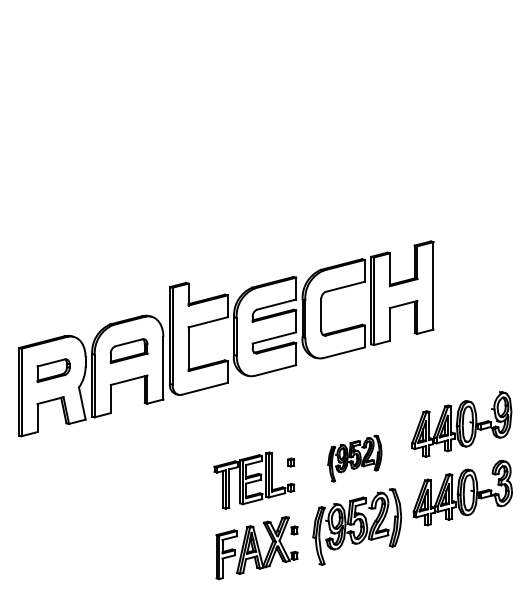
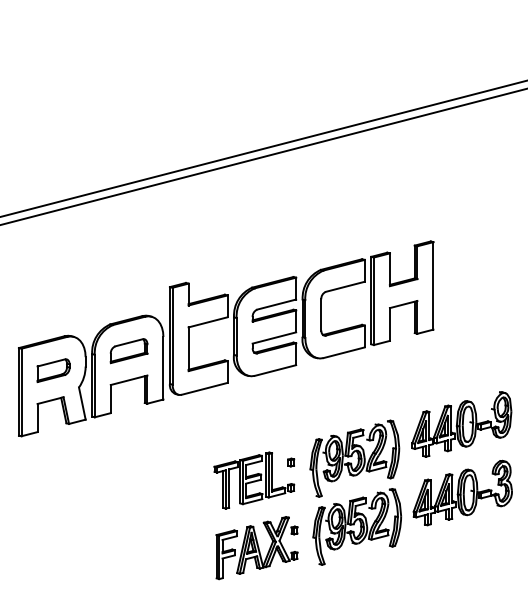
line at (263, 148): none -> present
line at (263, 156): none -> present
part at (354, 458) size: 56x49 px -> 92x79 px
